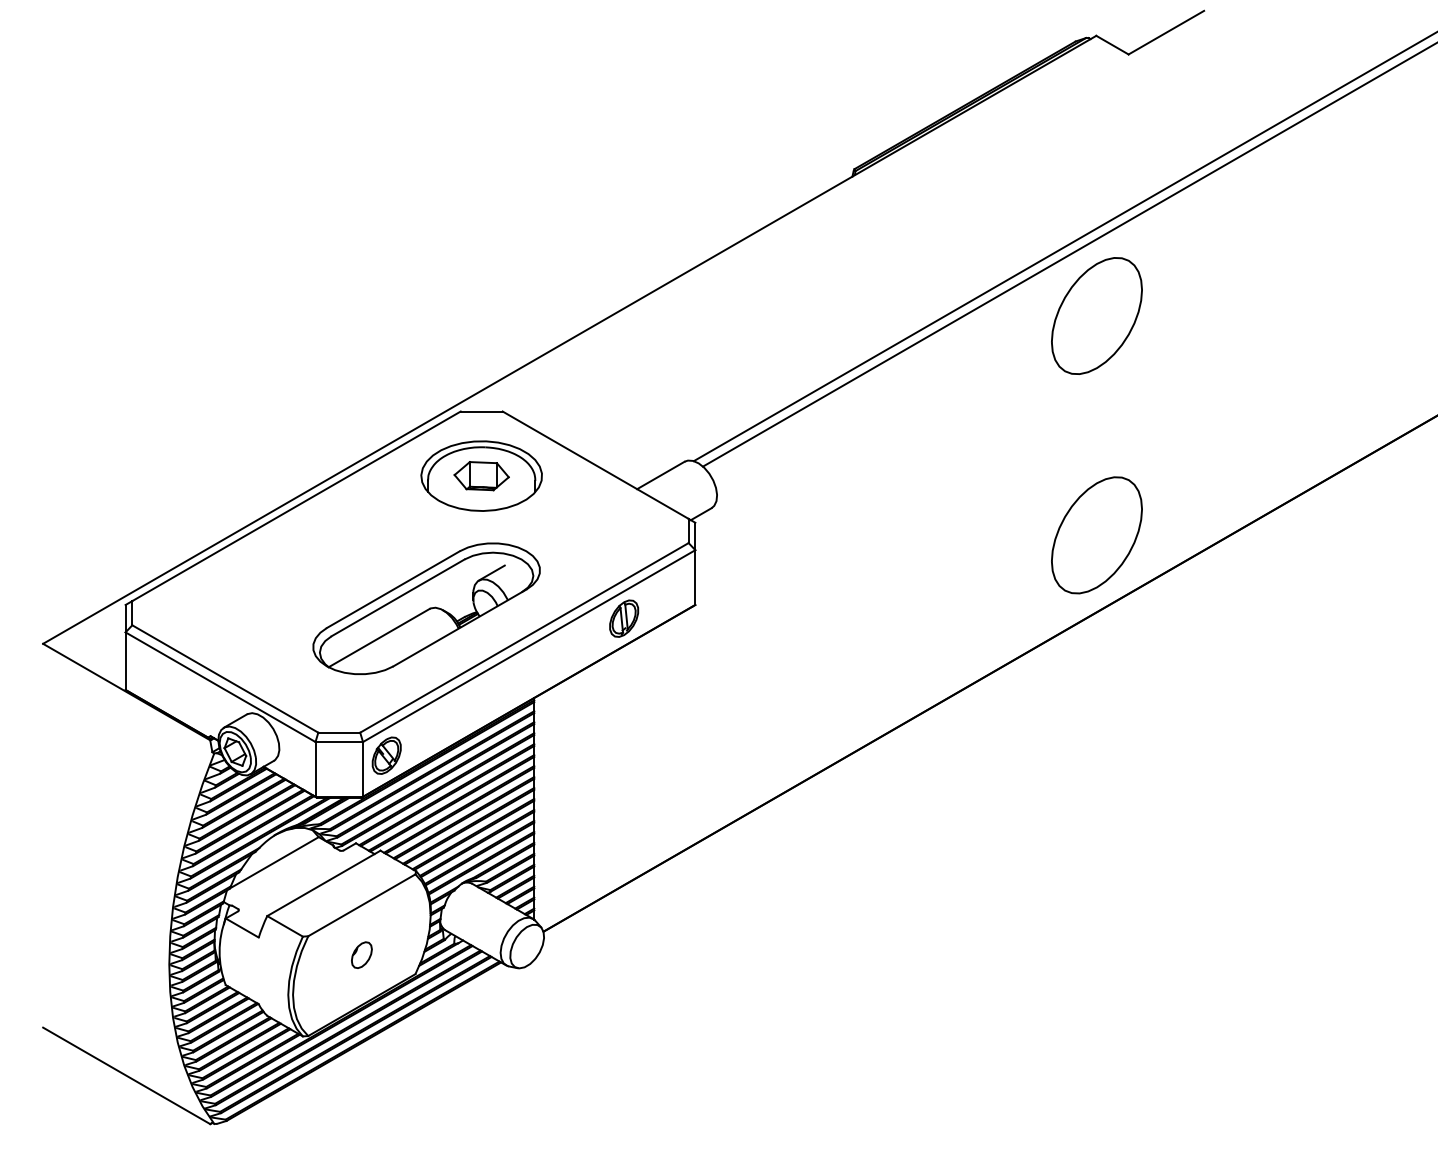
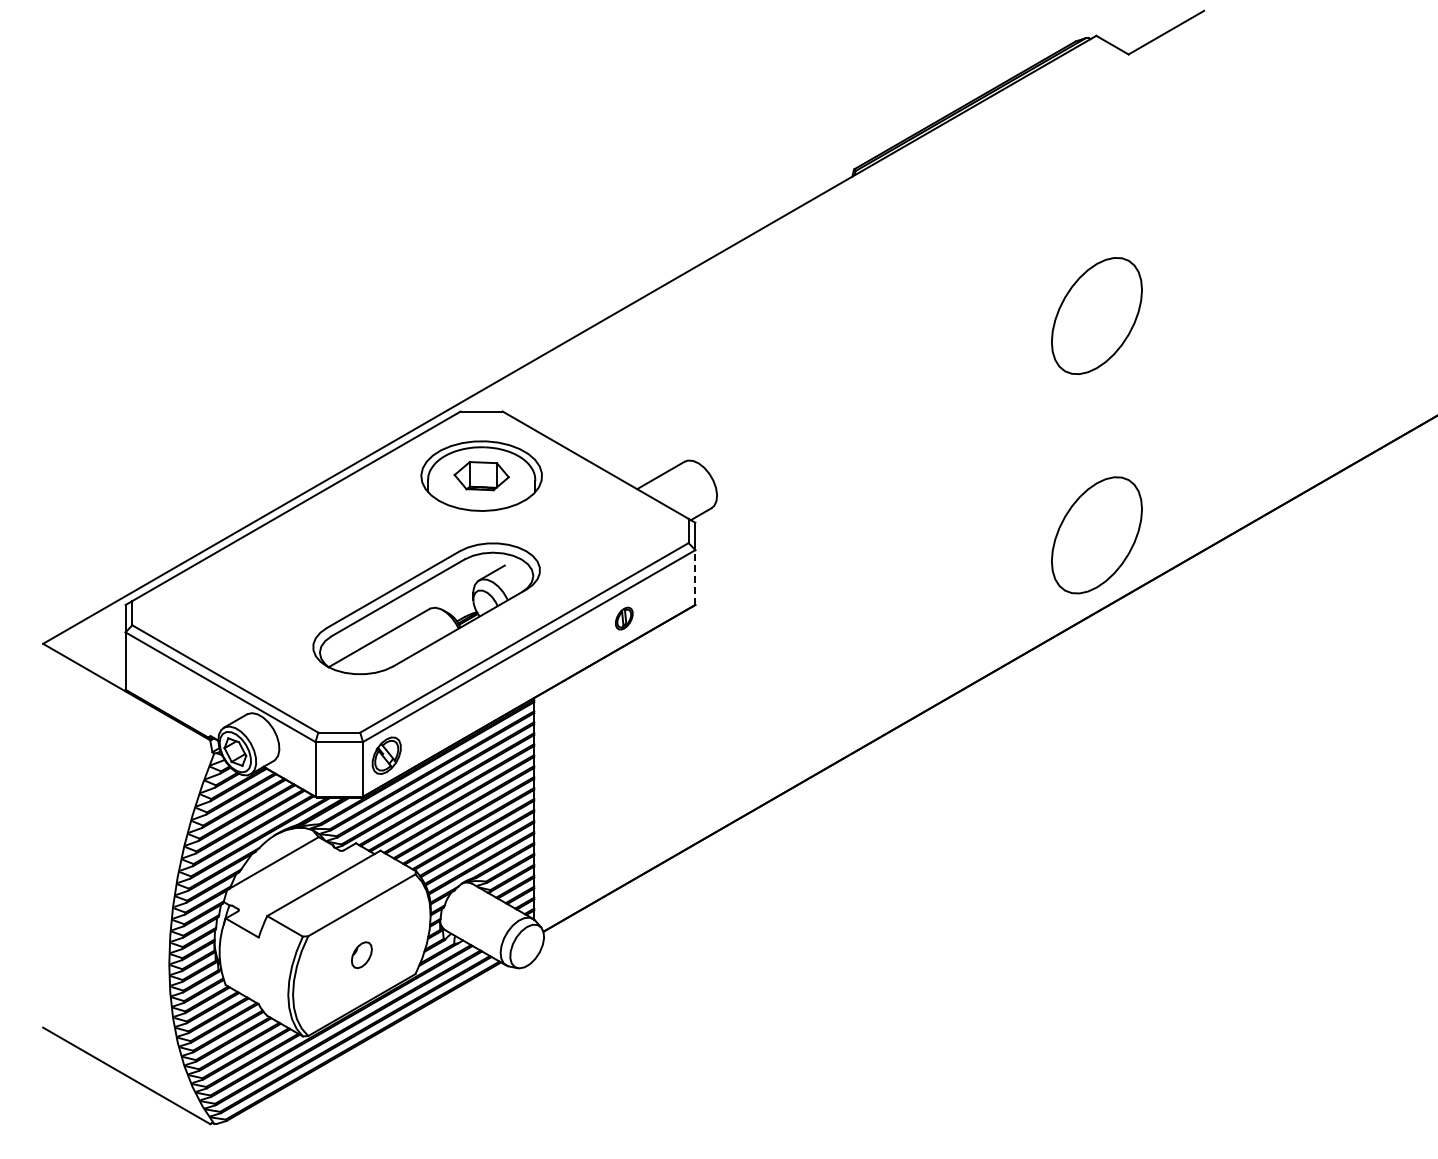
line at (1063, 247): present -> none
line at (1068, 255): present -> none
line at (695, 577): solid -> dashed
part at (624, 618) size: 31x39 px -> 19x25 px
